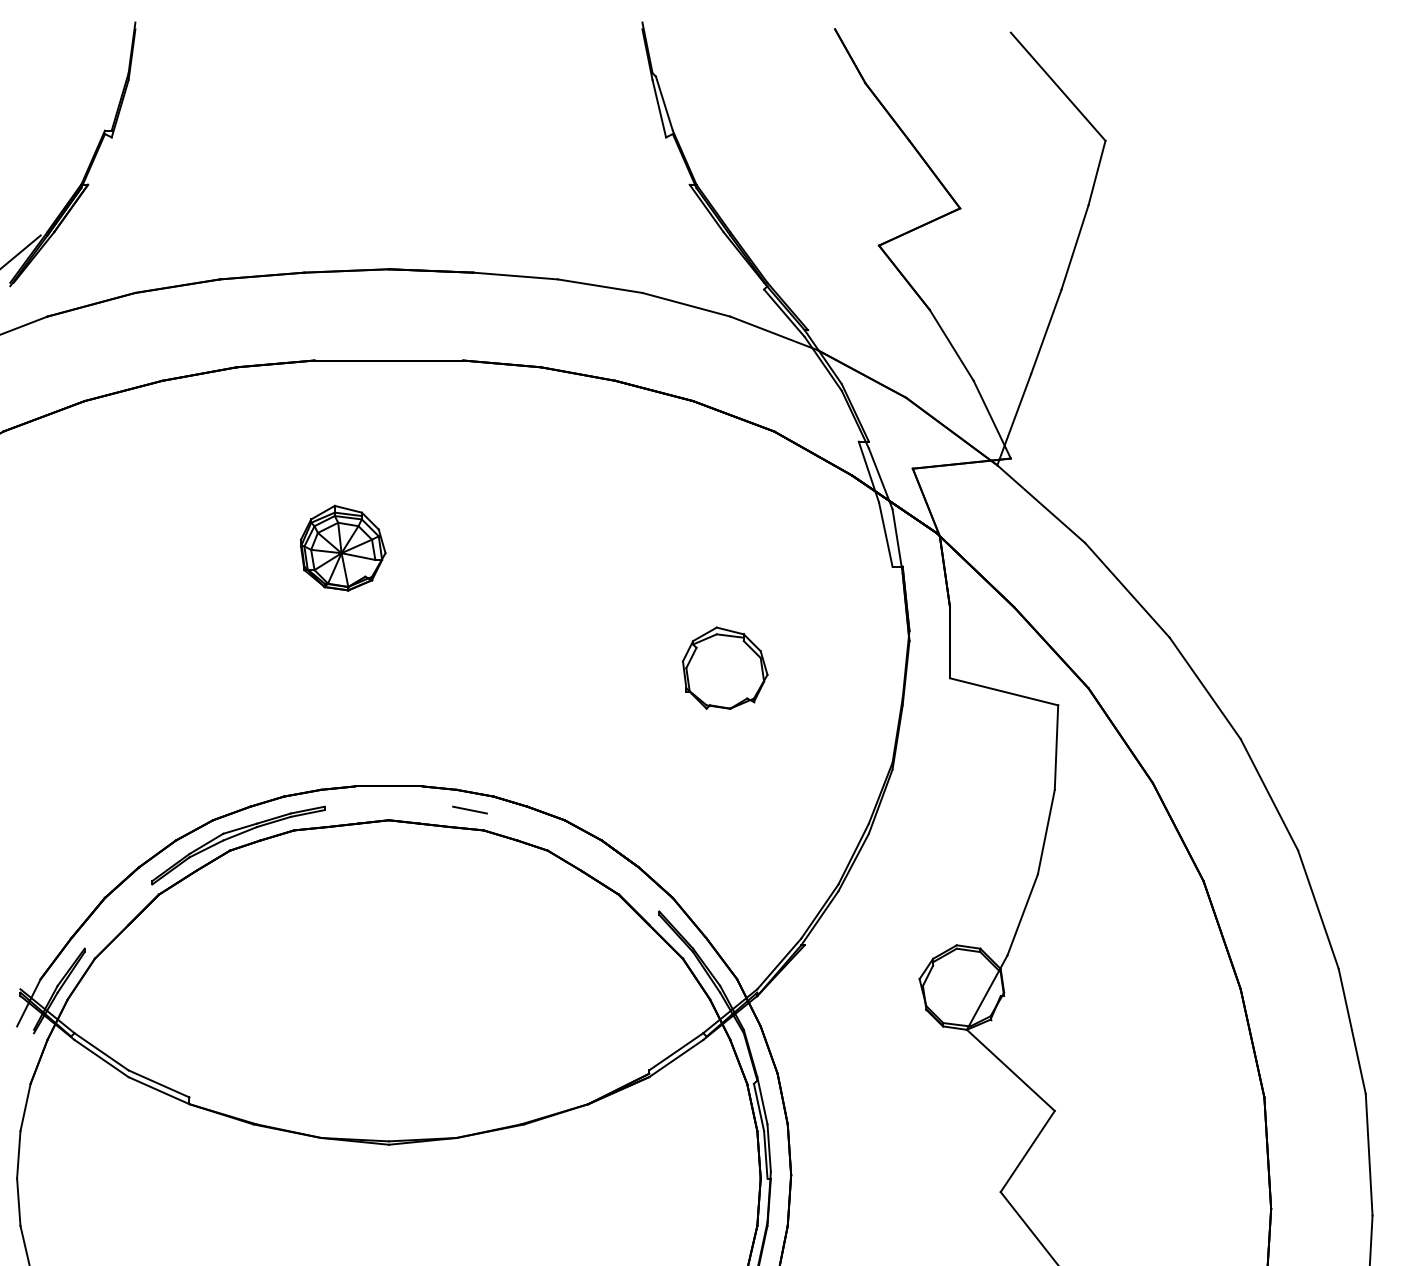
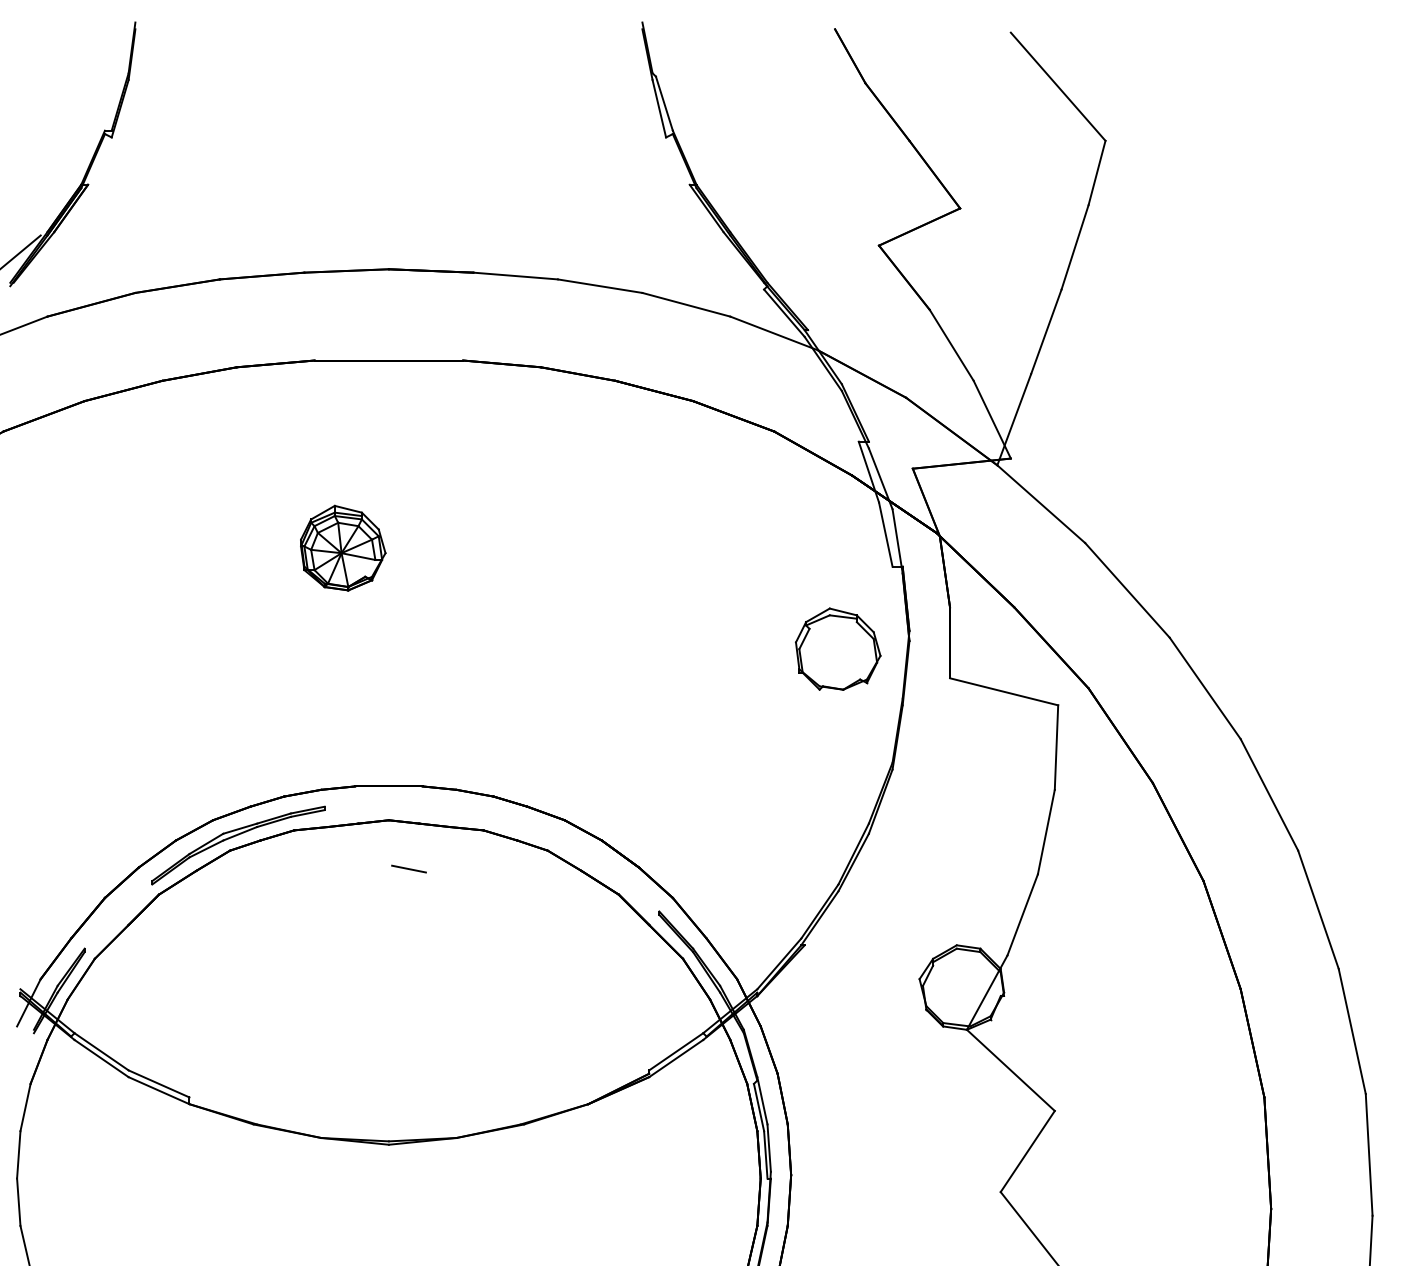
part at (725, 667) position: (725, 667) -> (838, 648)
line at (469, 809) position: (469, 809) -> (408, 868)
